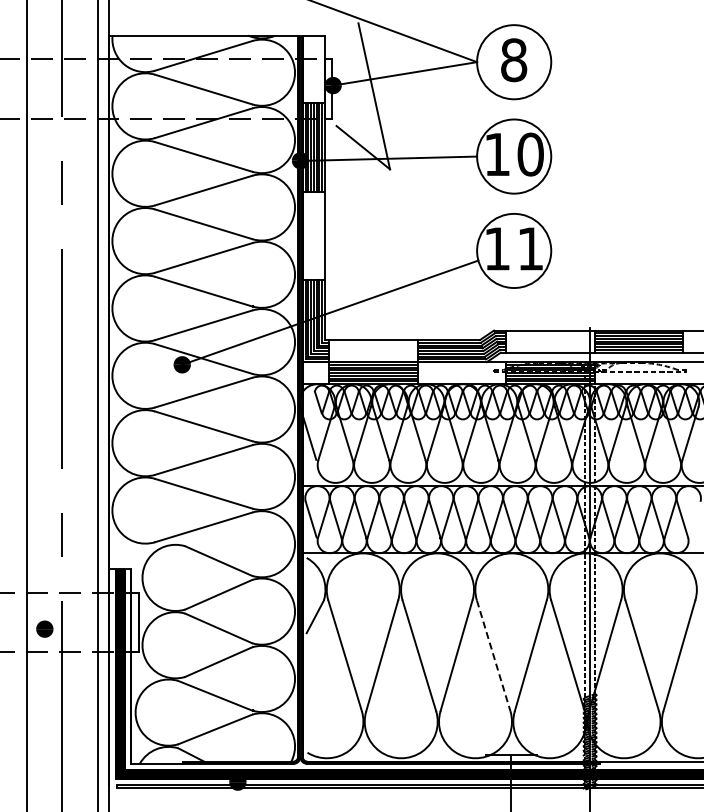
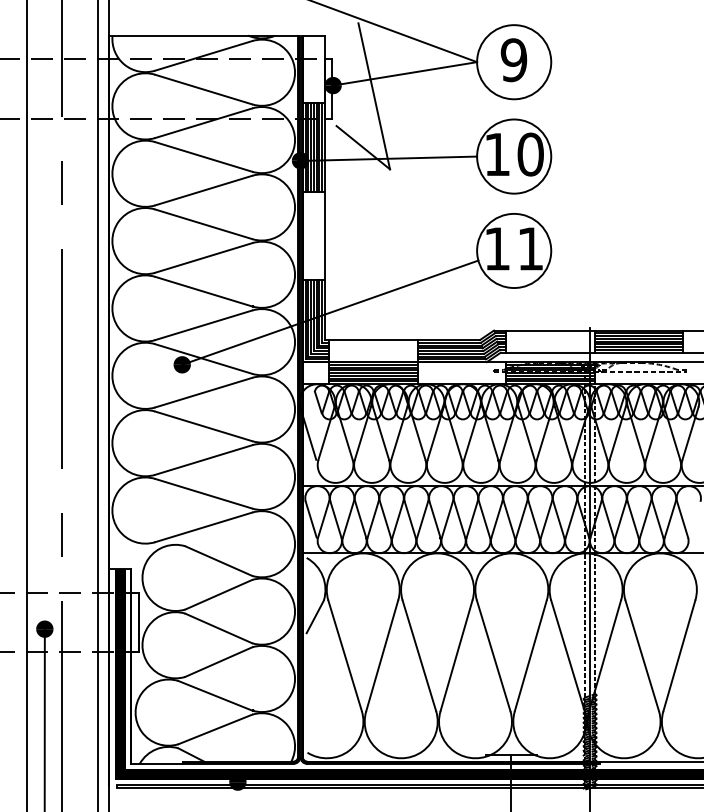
text at (513, 60): 8 -> 9
line at (493, 655): dashed -> solid
line at (44, 718): none -> present
